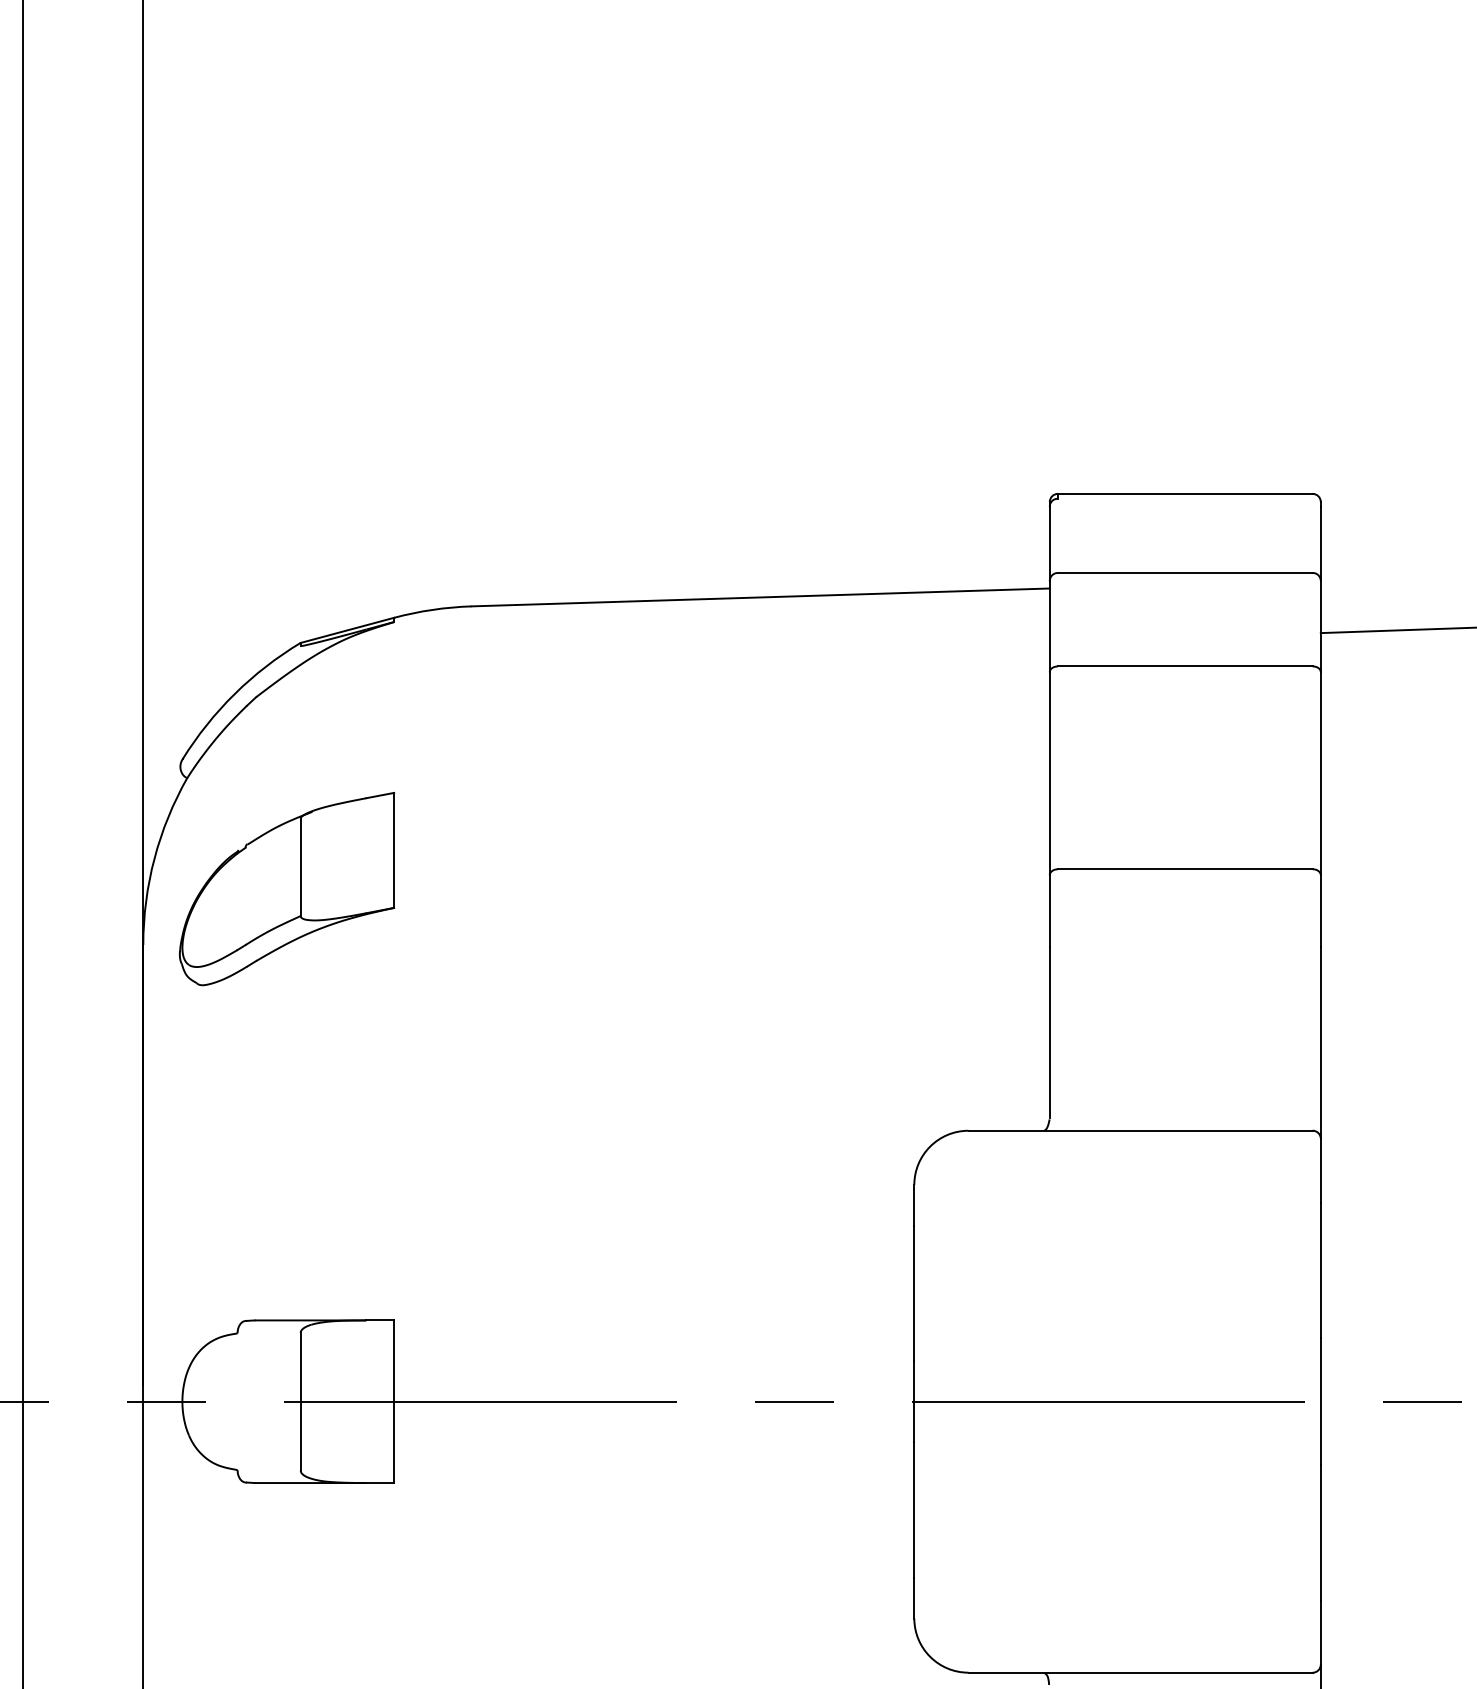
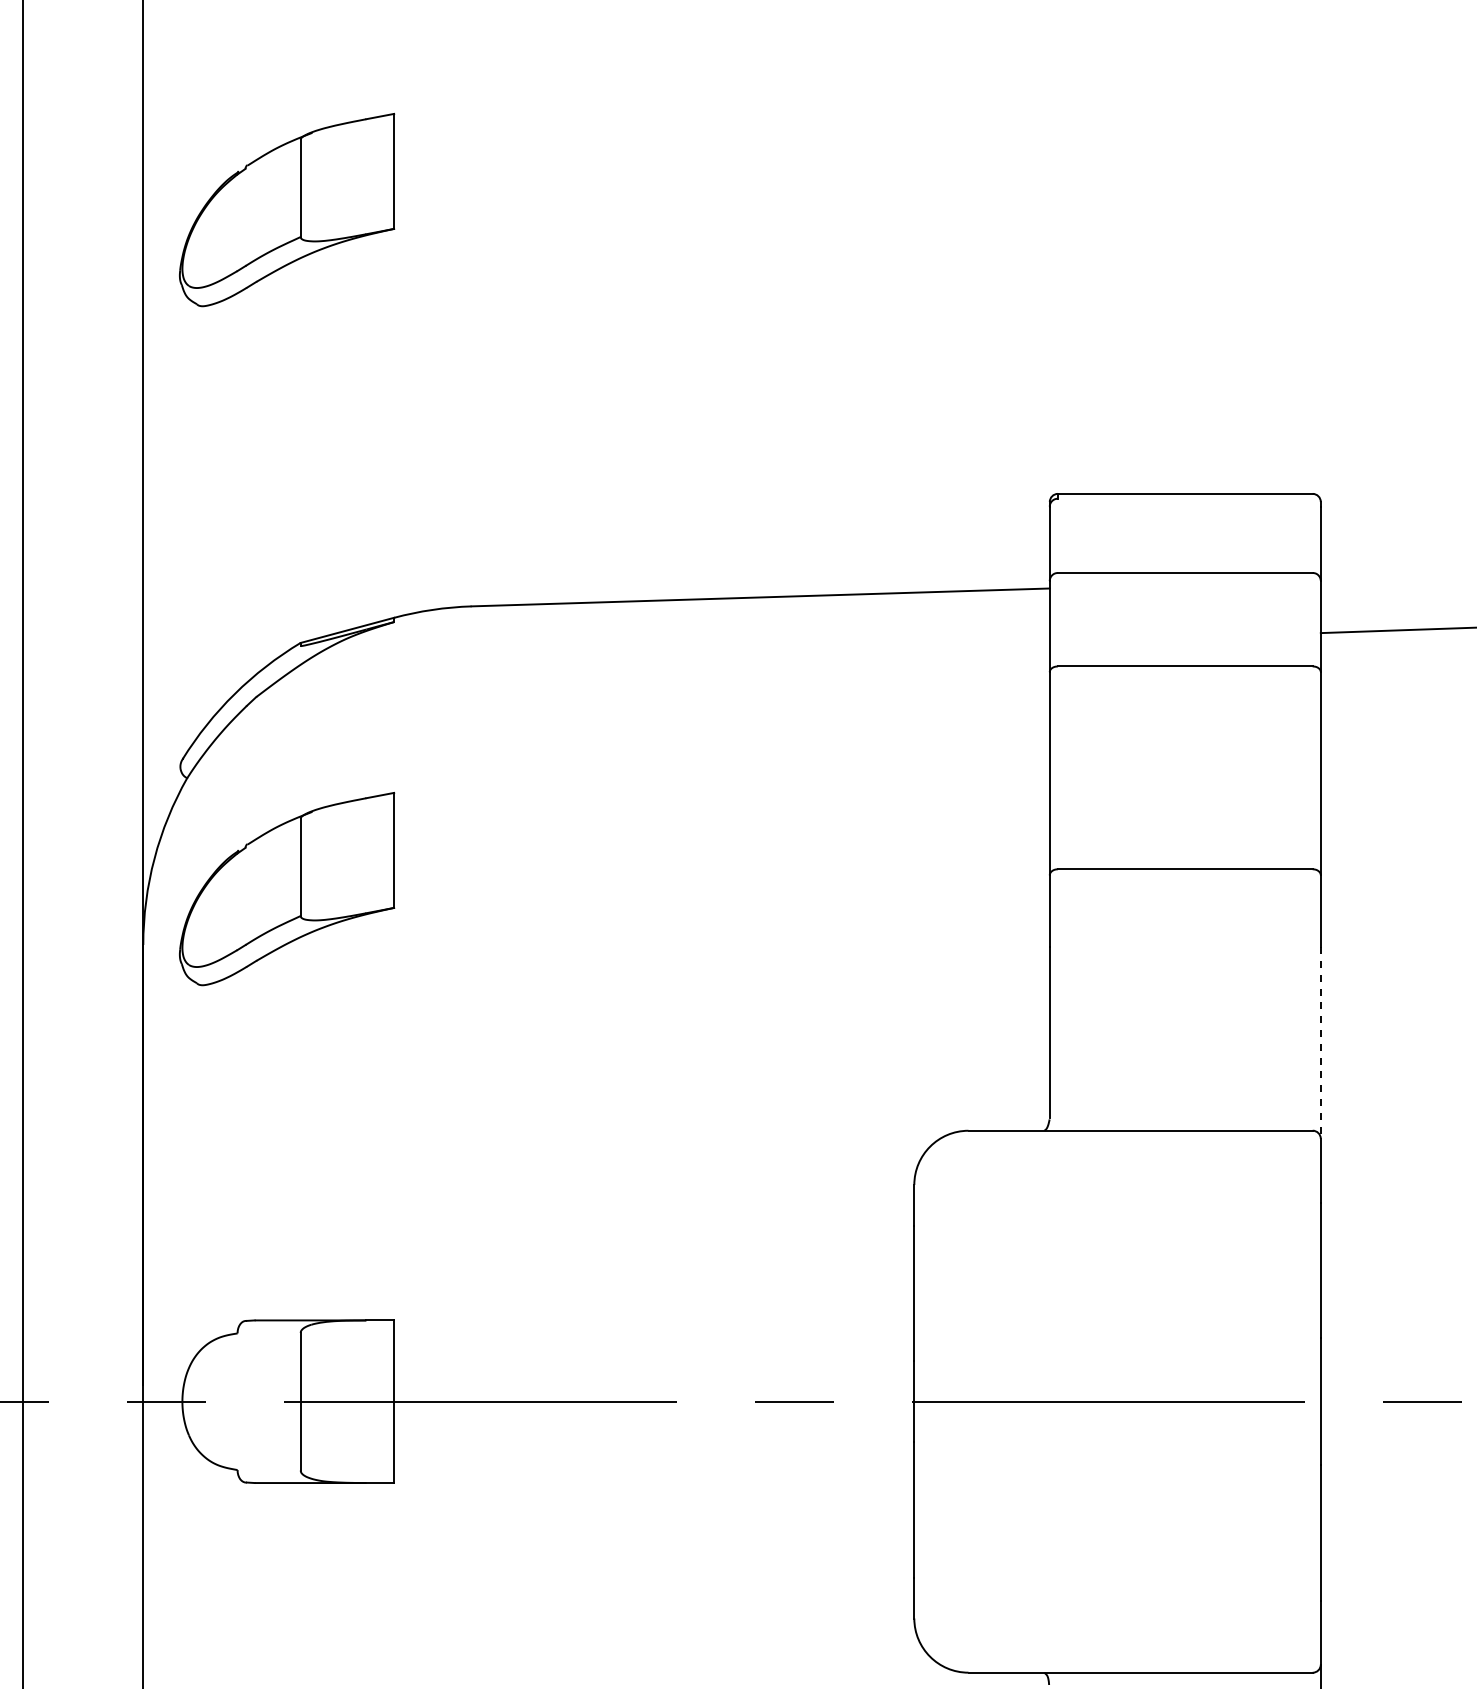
part at (287, 210): none -> present
line at (1320, 1043): solid -> dashed
